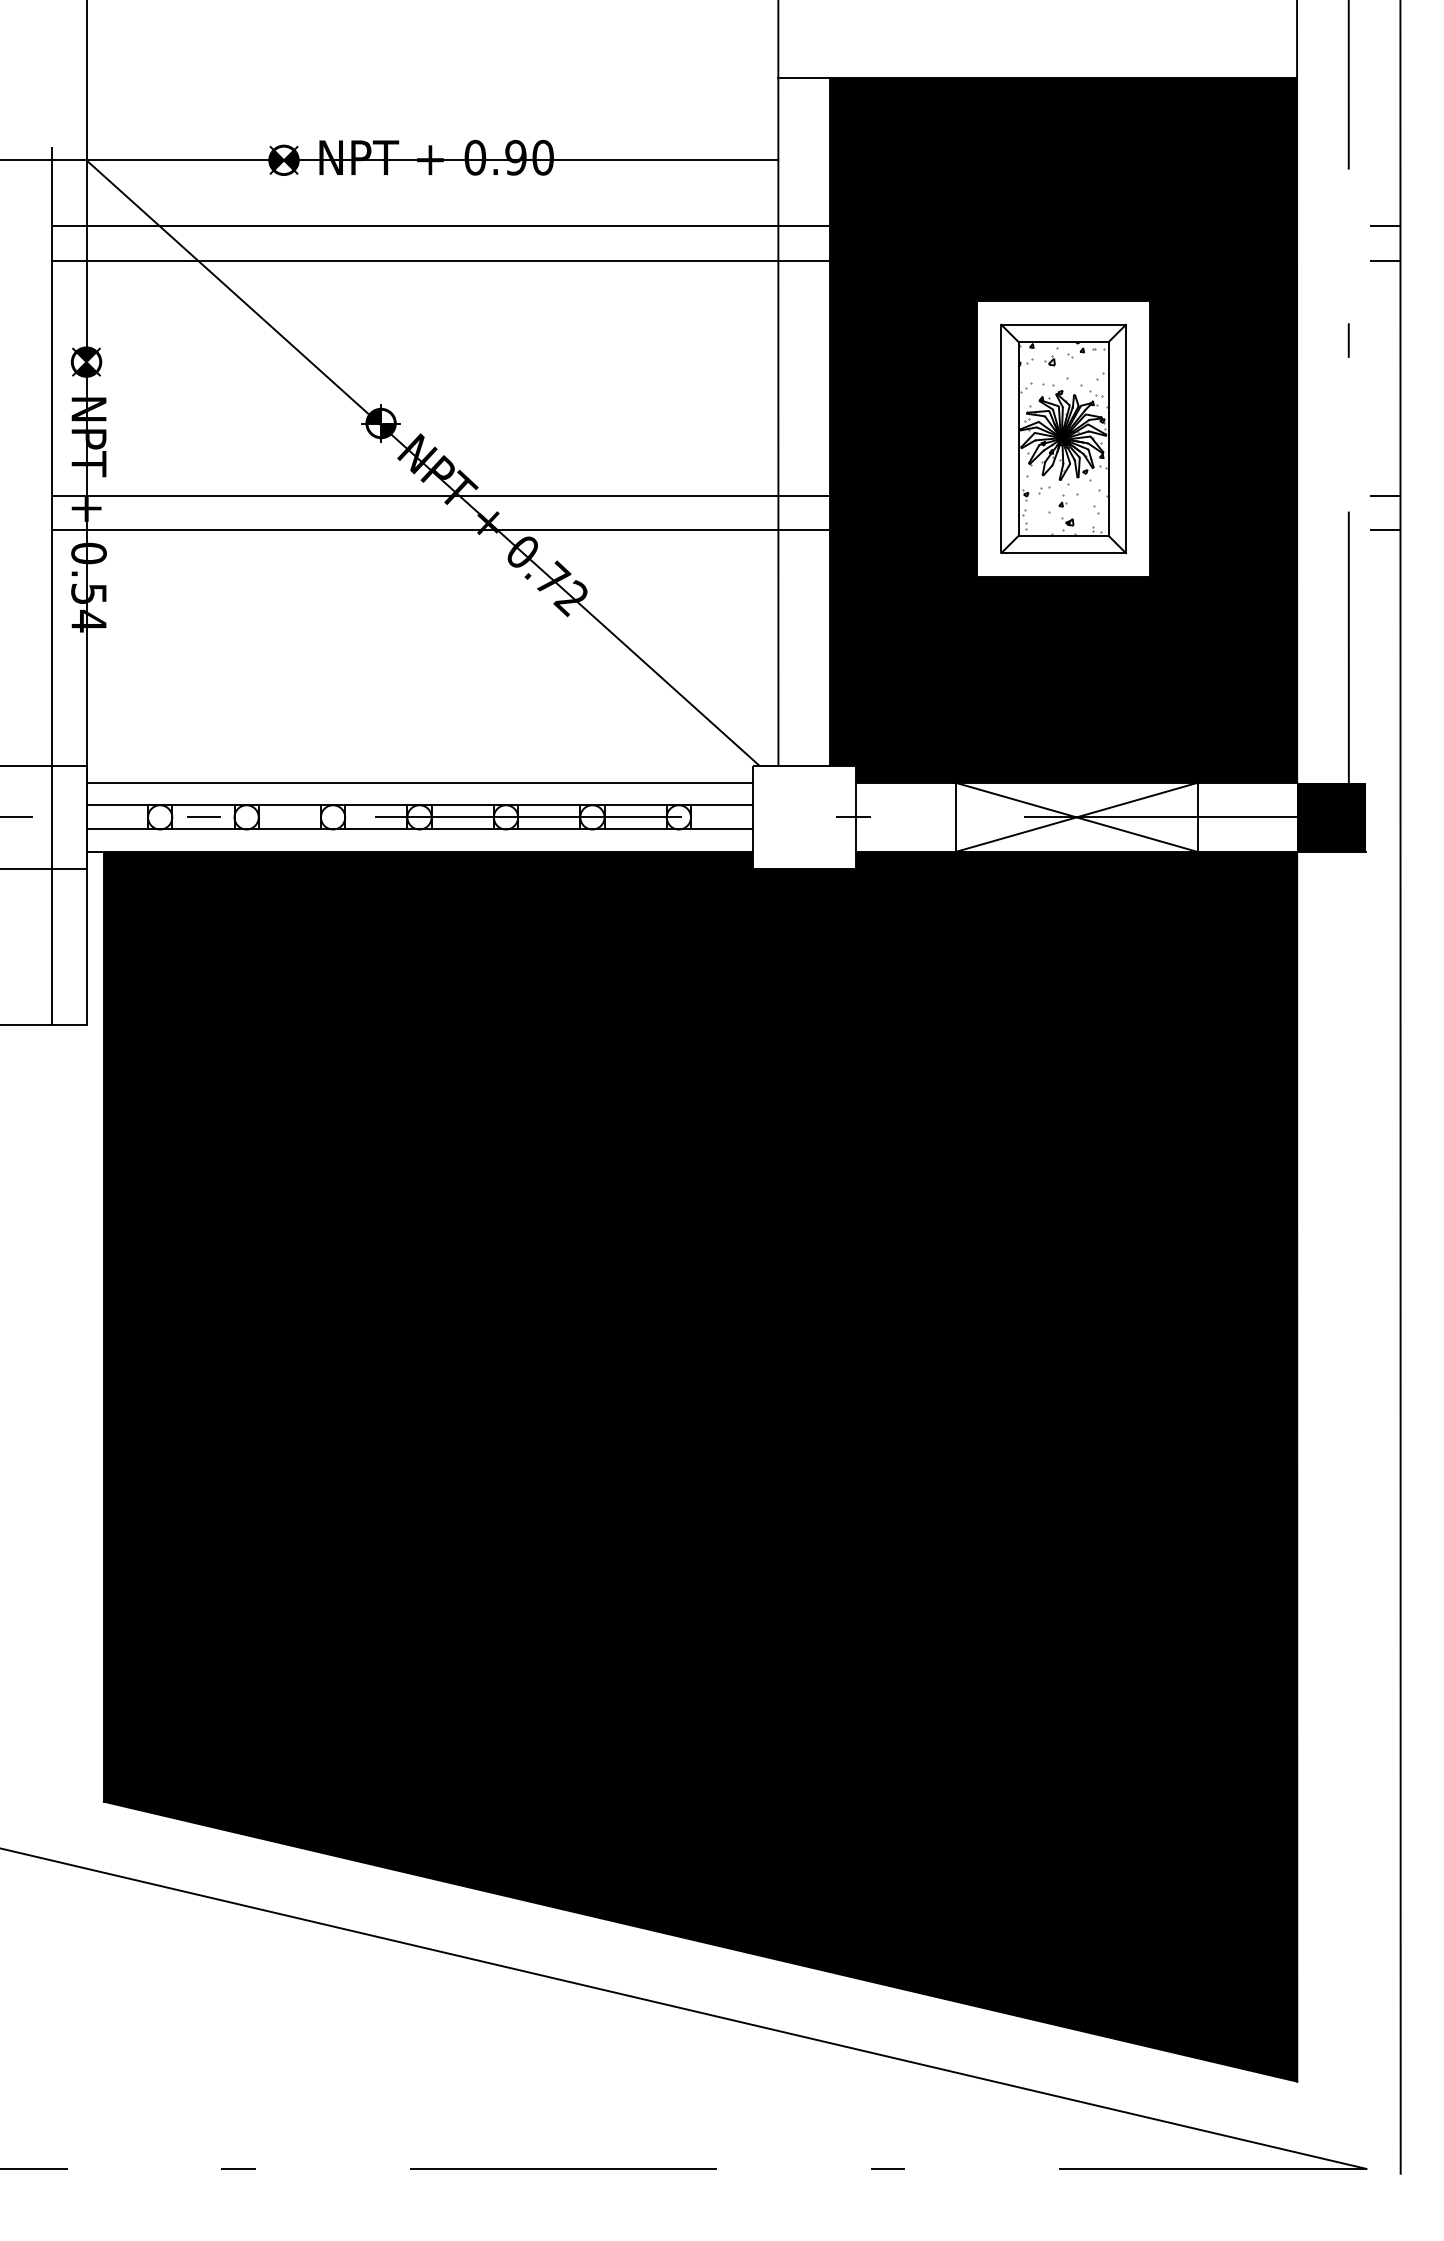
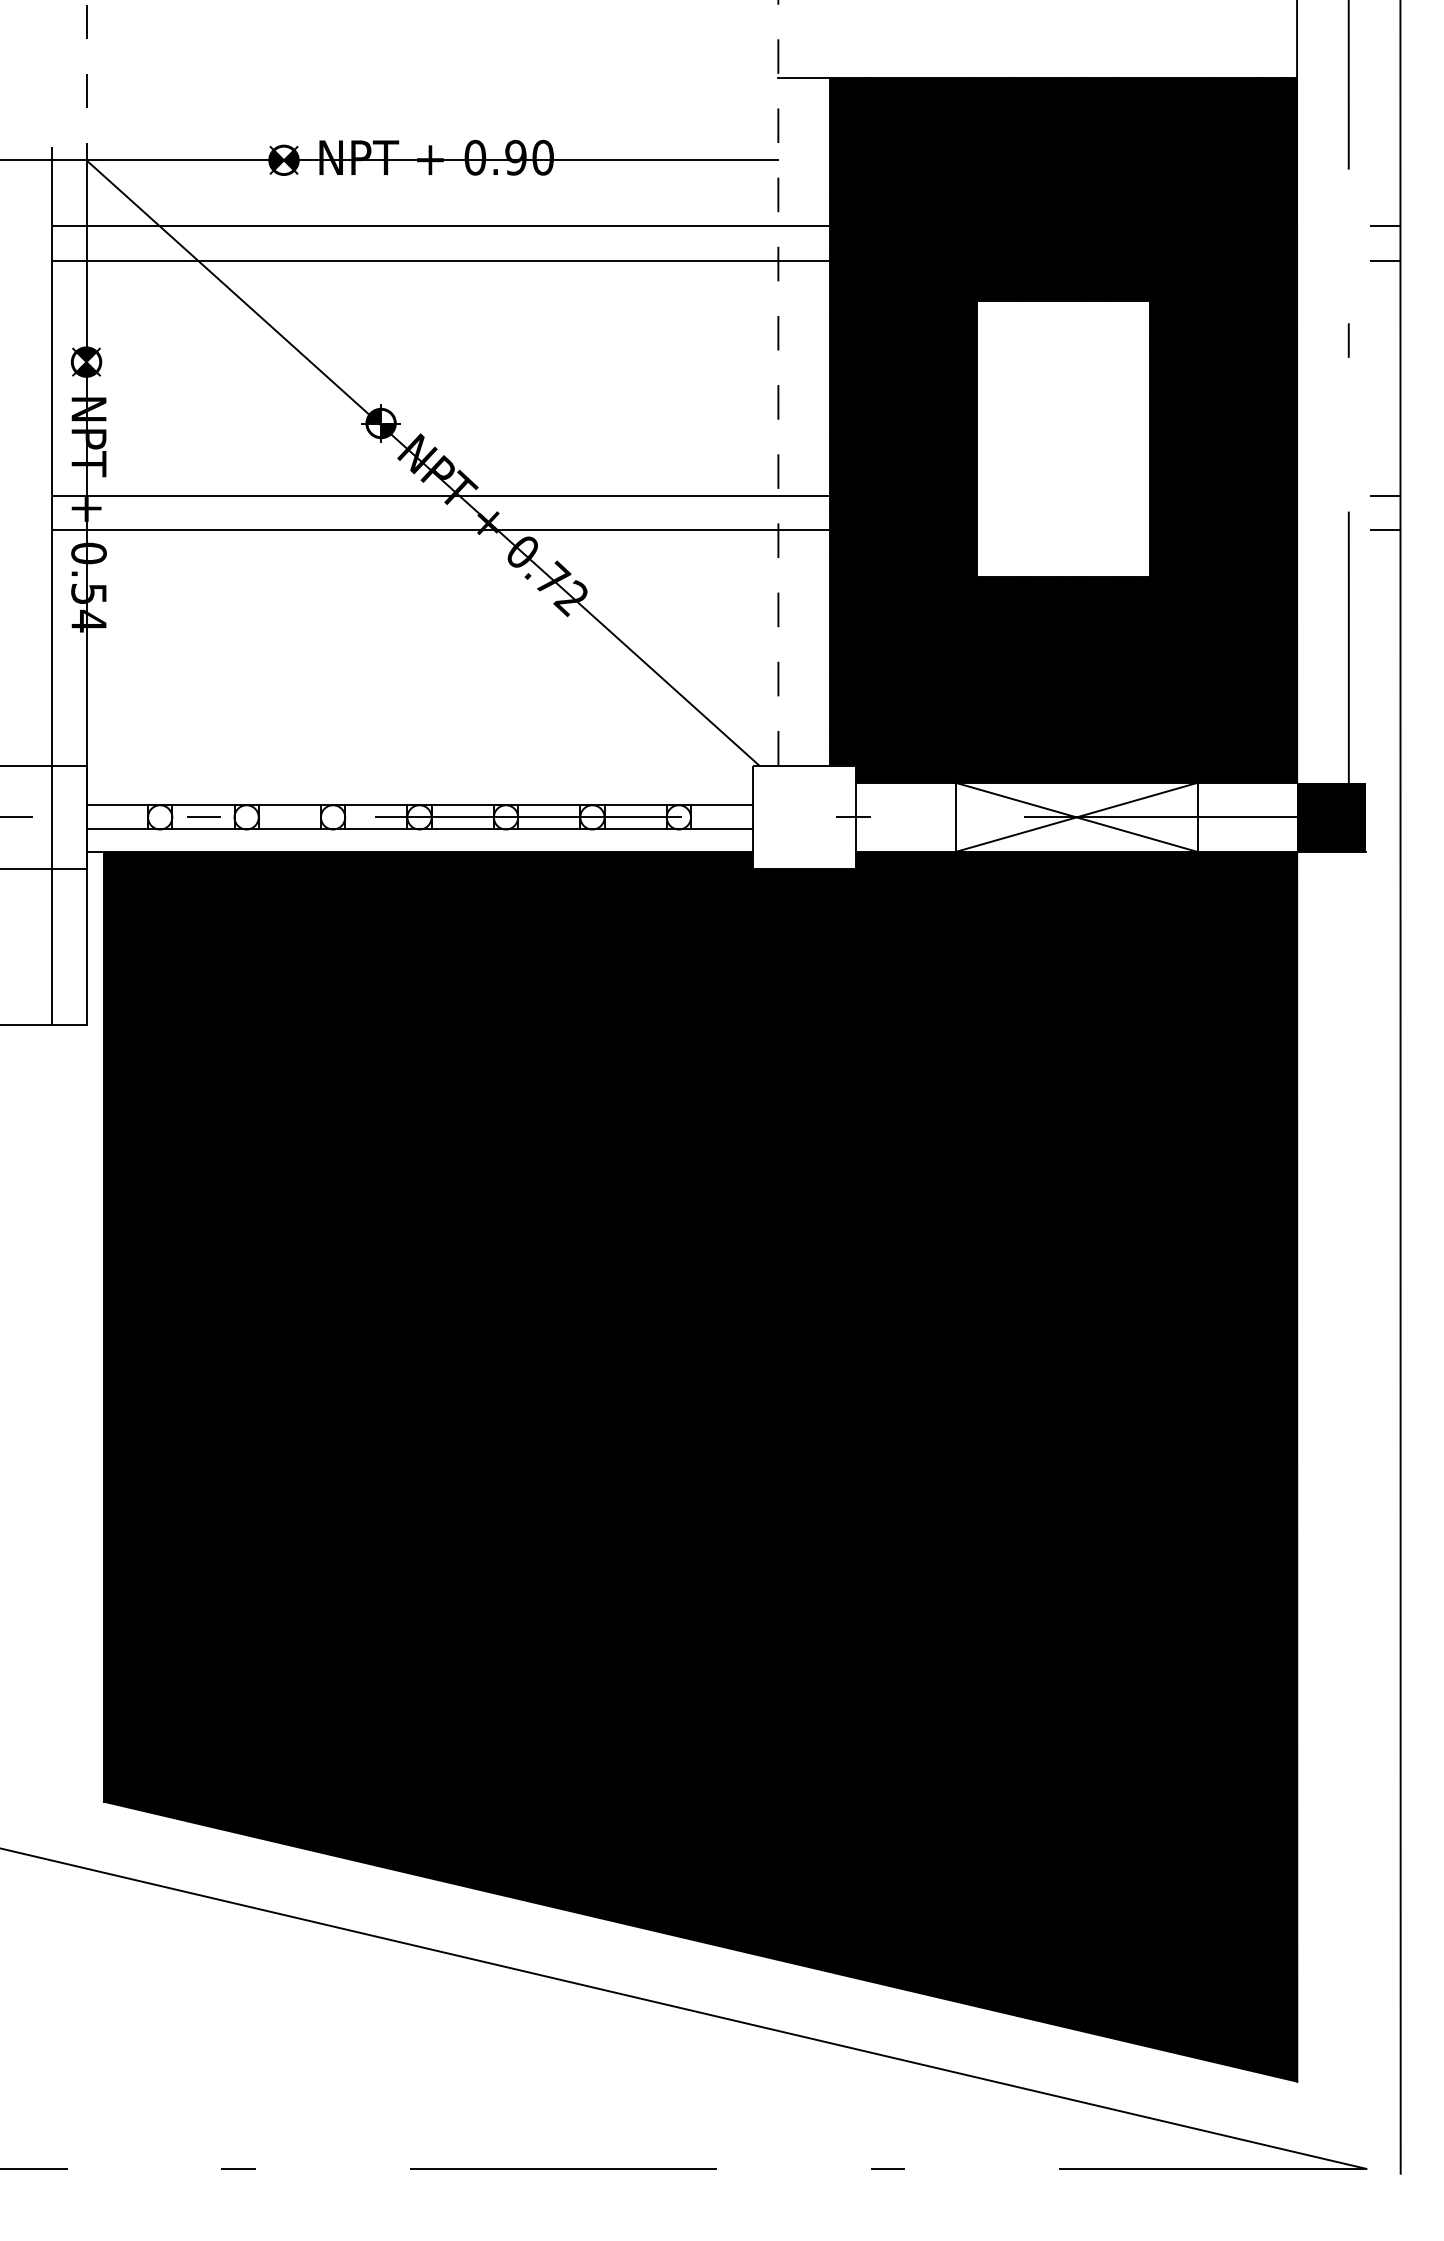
line at (86, 80): solid -> dashed
line at (778, 382): solid -> dashed
part at (1063, 438): present -> none
line at (419, 782): present -> none
